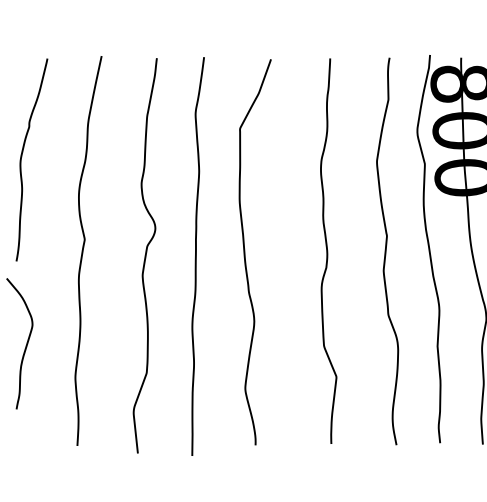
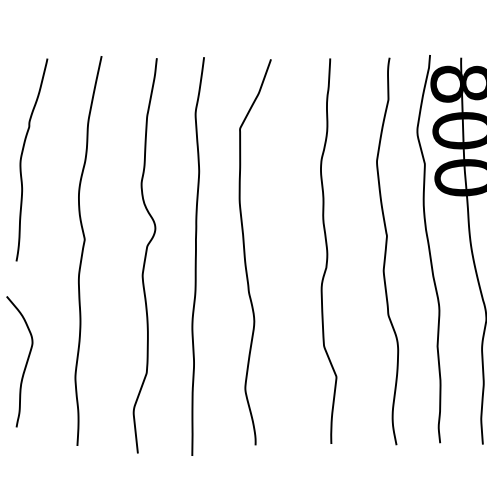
curve at (25, 345) position: (25, 345) -> (25, 363)
